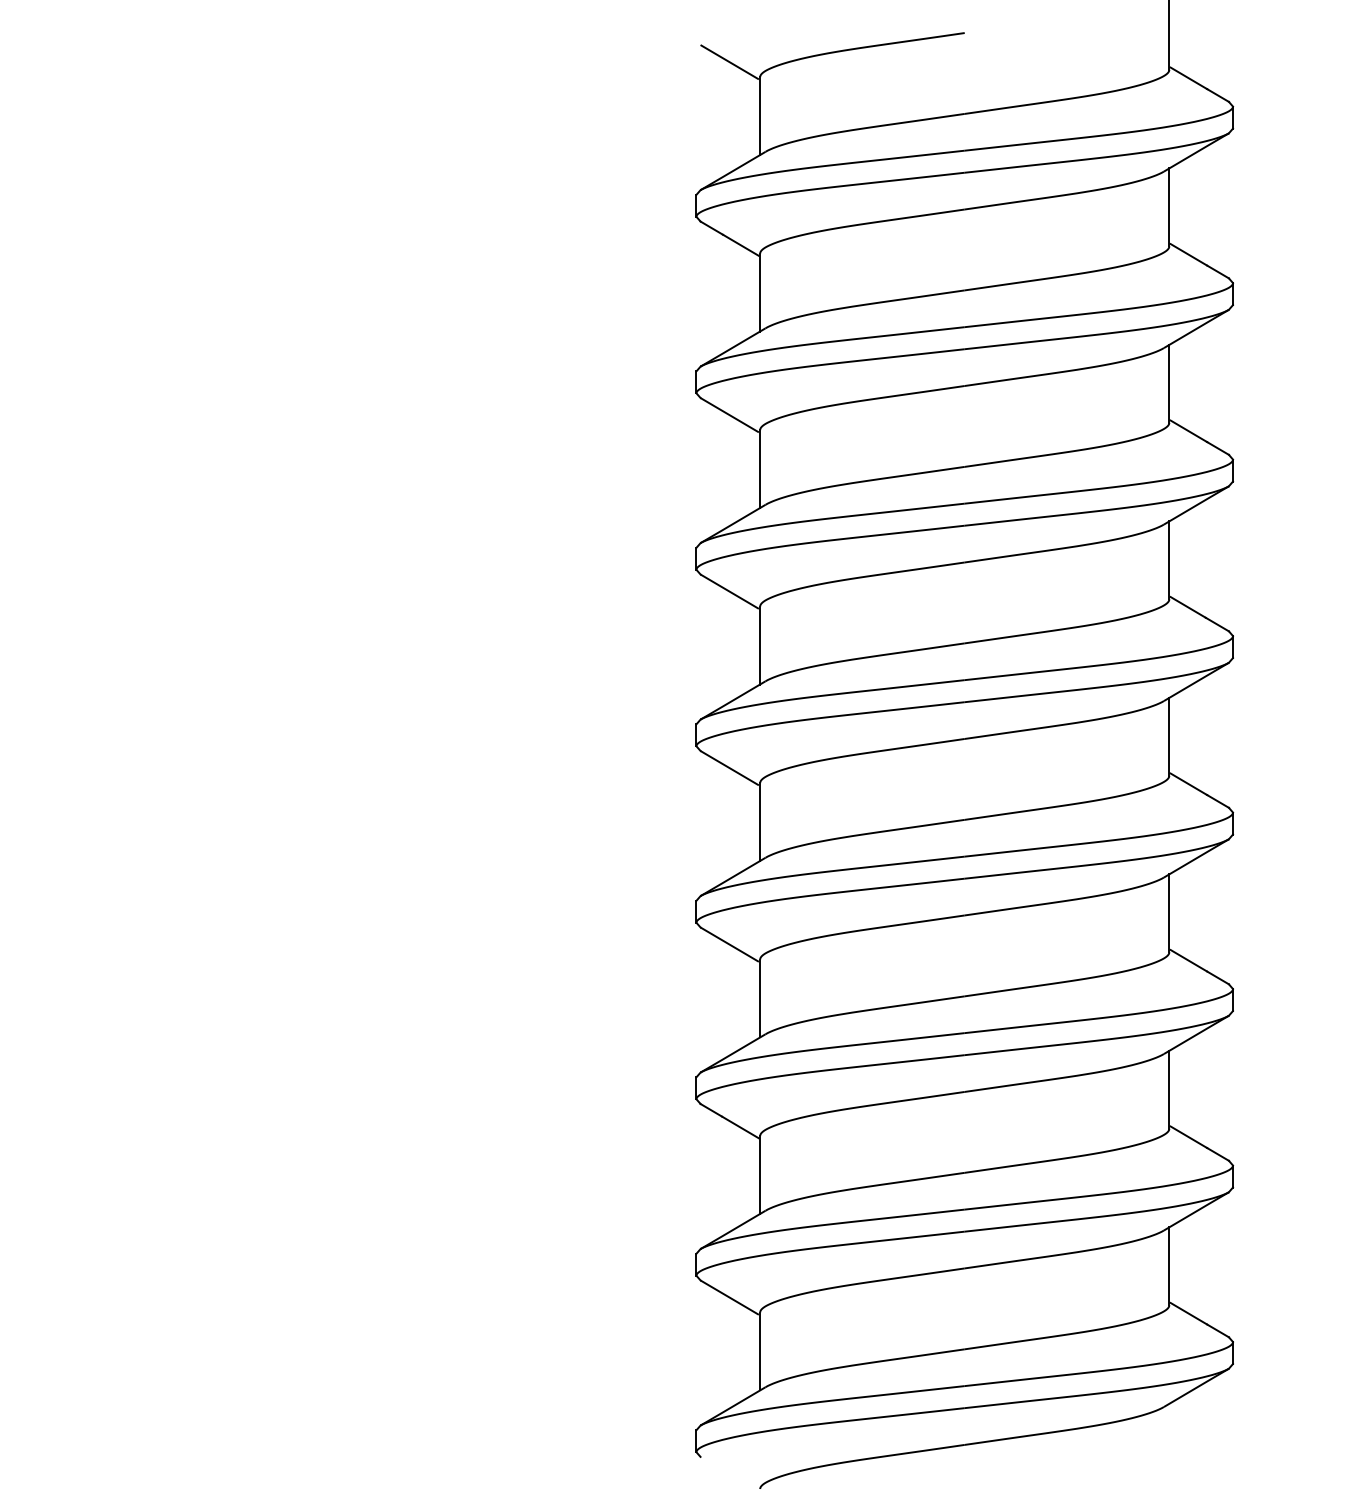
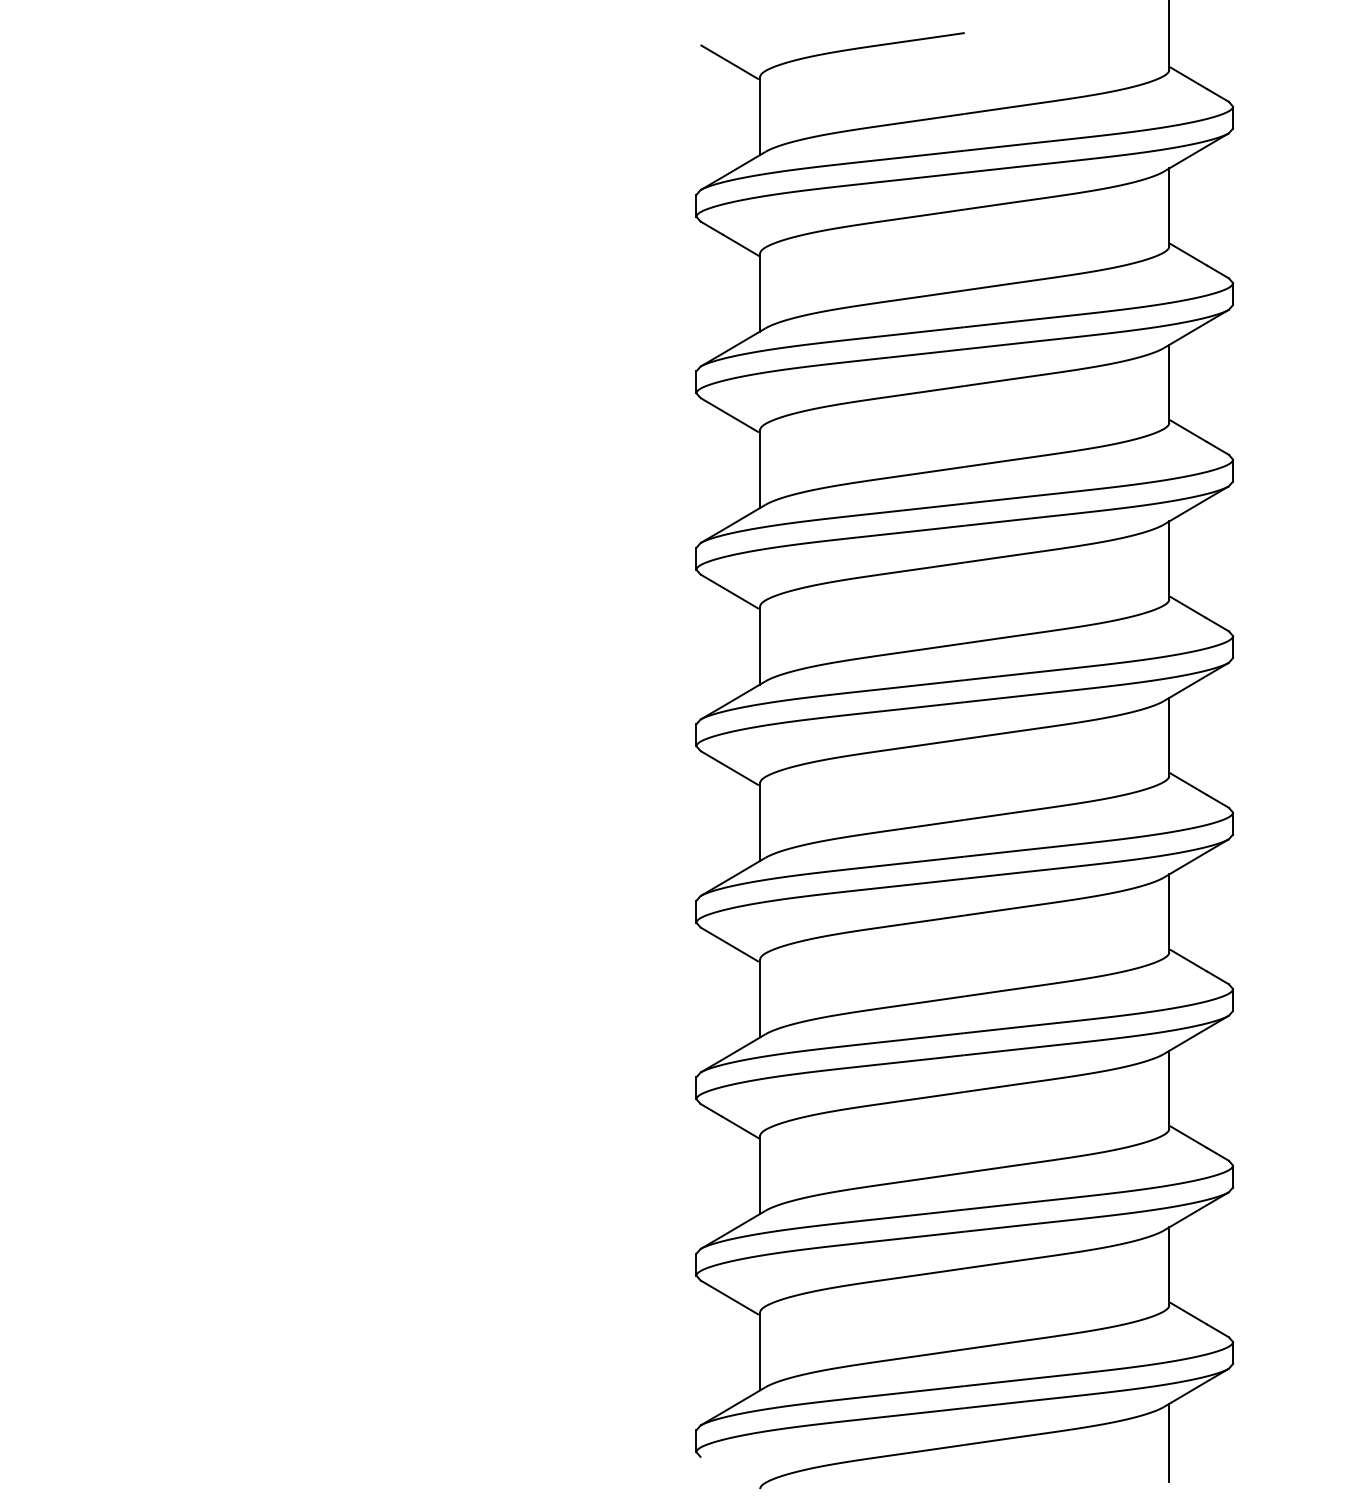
line at (1169, 1442): none -> present
